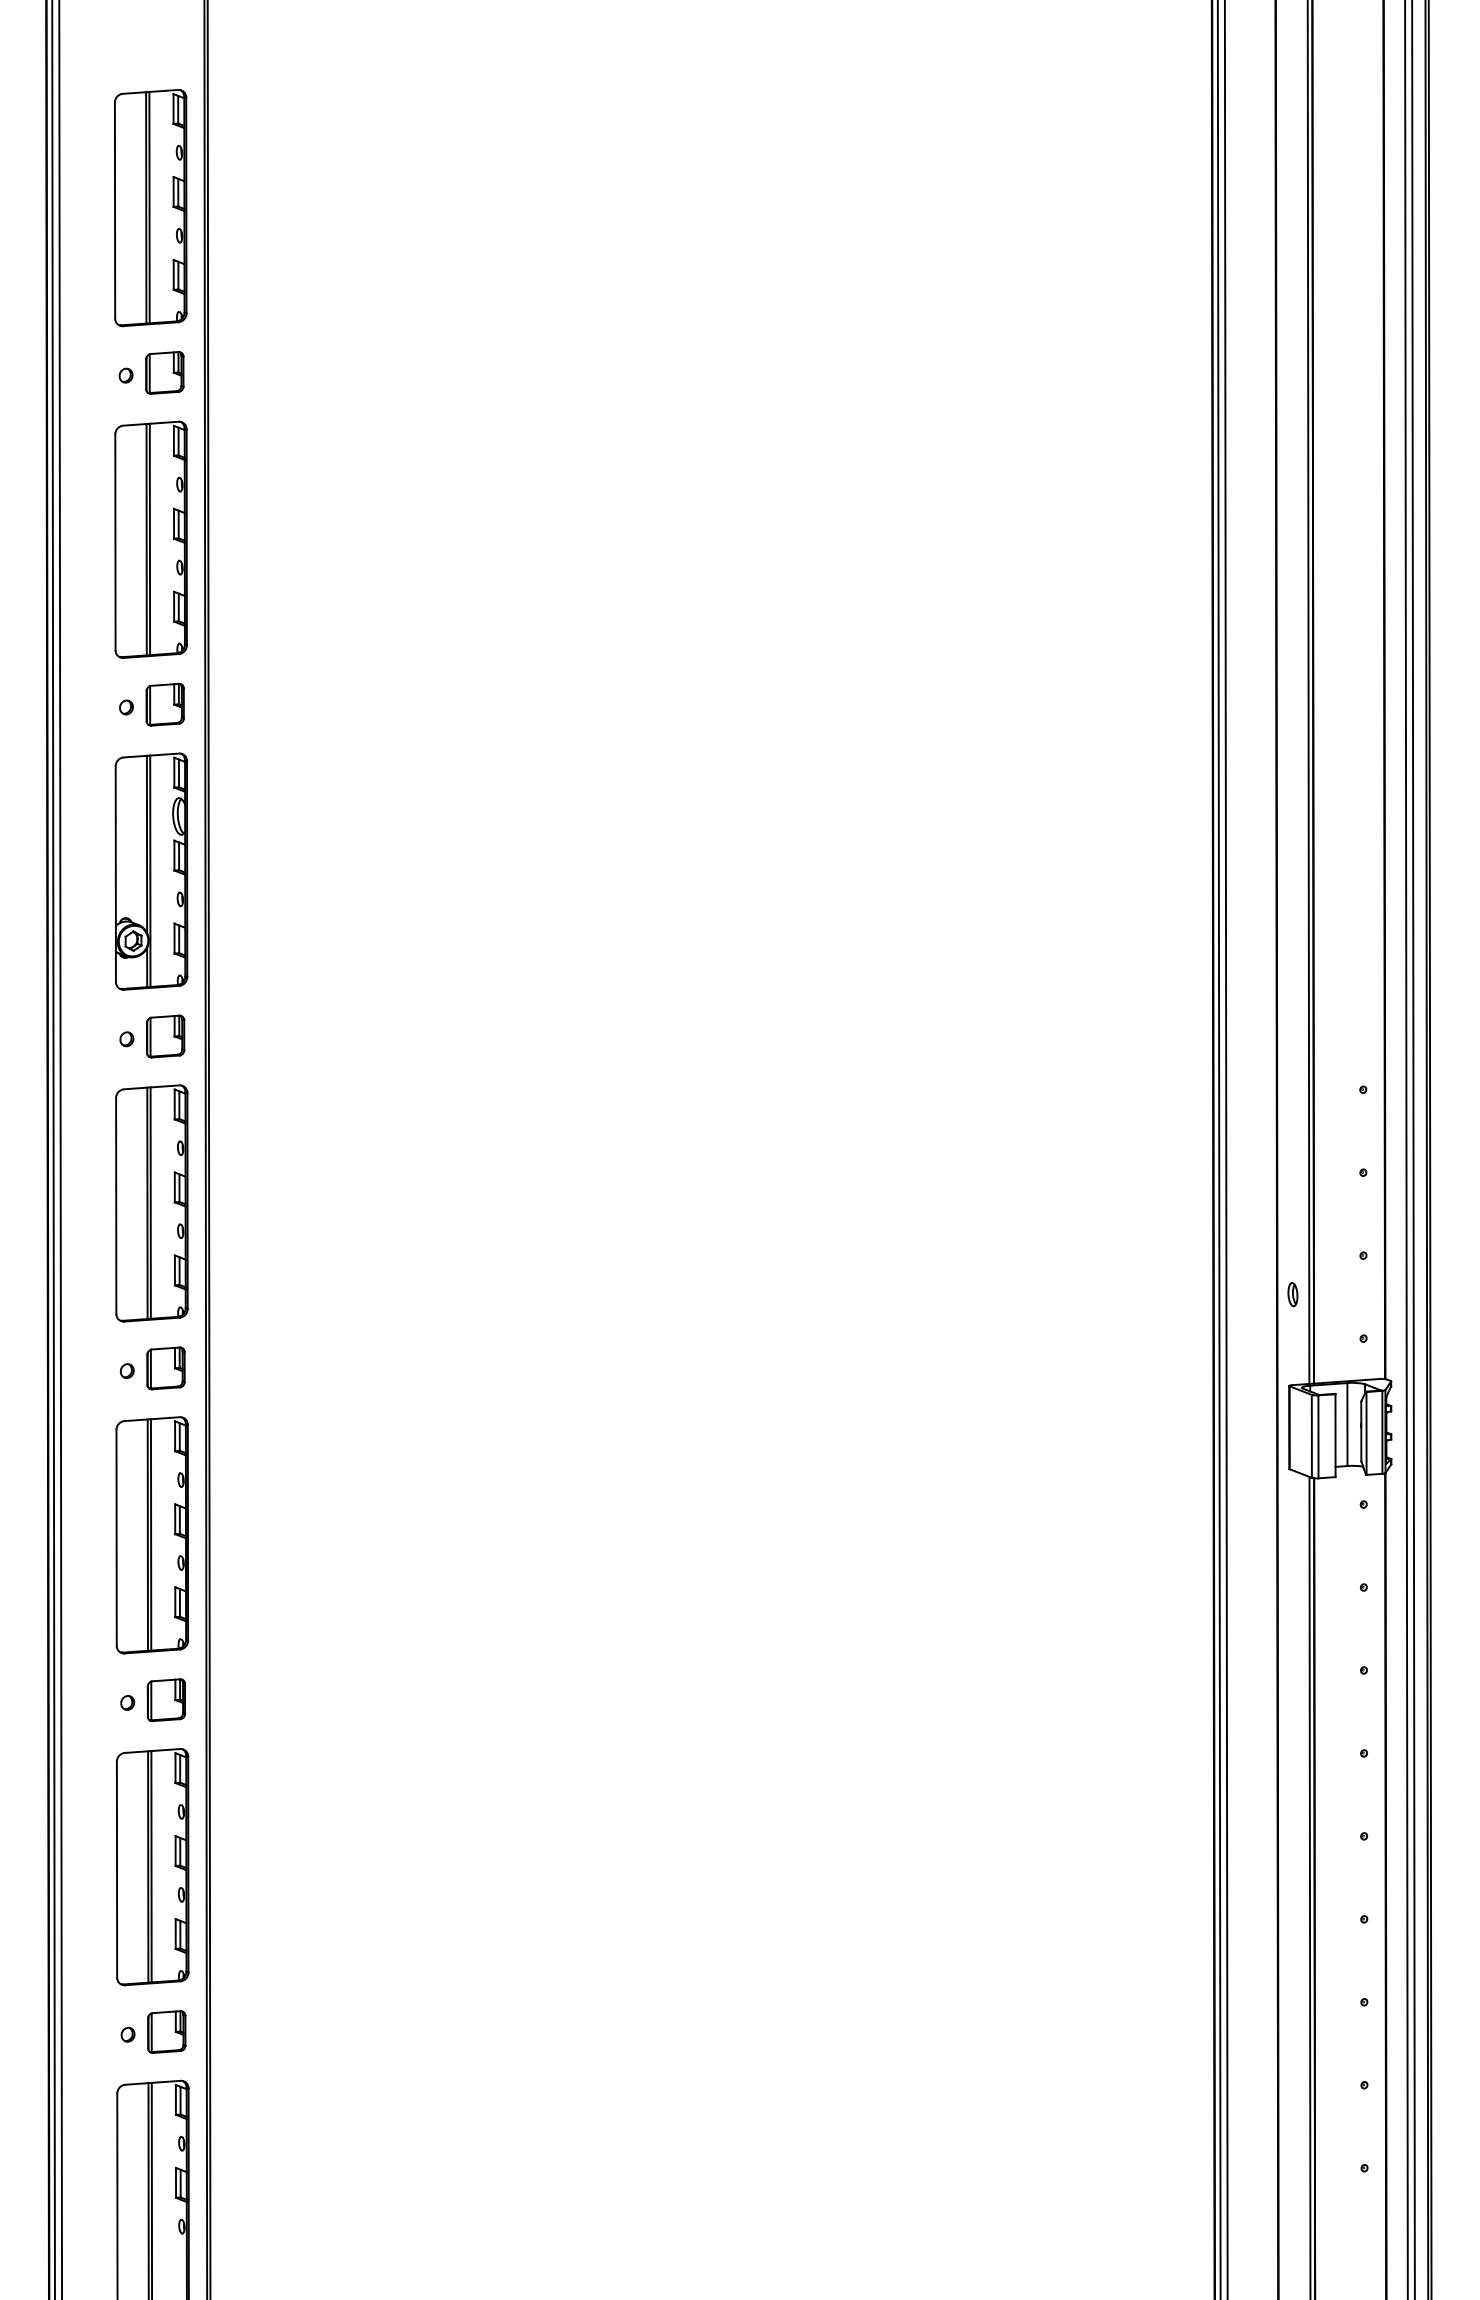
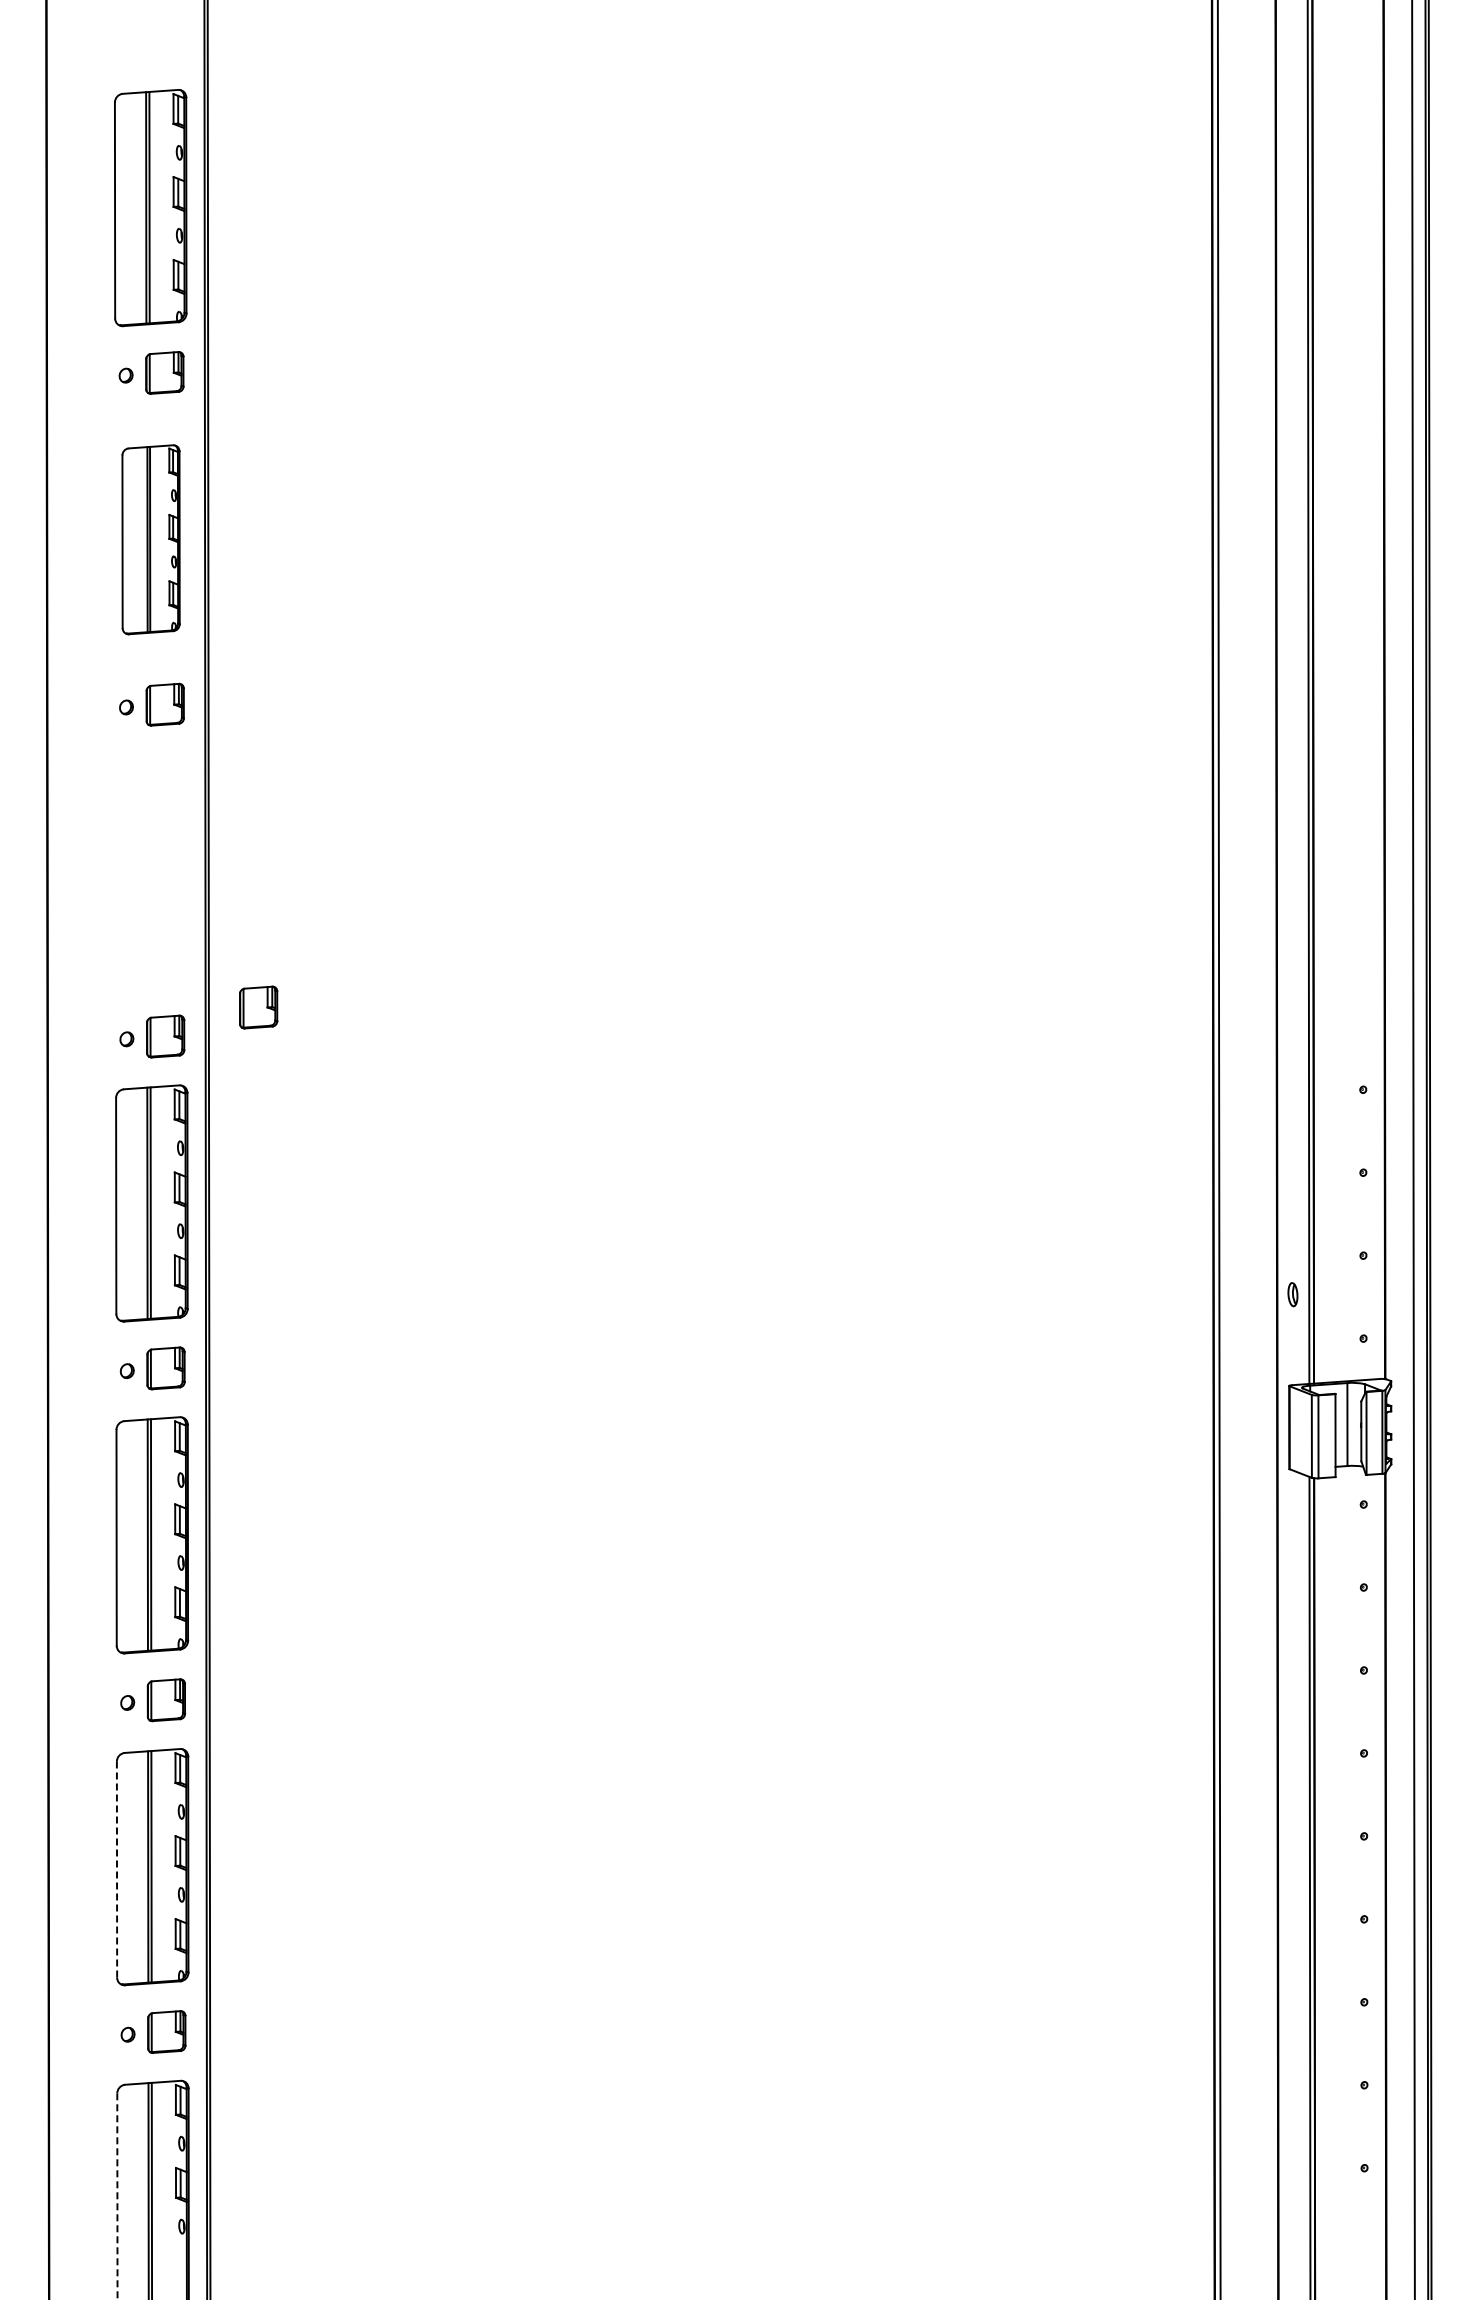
part at (150, 539) size: 74x239 px -> 60x192 px
part at (151, 871): present -> none
part at (258, 1007): none -> present
line at (53, 1149): present -> none
line at (60, 1149): present -> none
line at (1225, 1149): present -> none
line at (1406, 1149): present -> none
line at (117, 1869): solid -> dashed
line at (117, 2196): solid -> dashed
